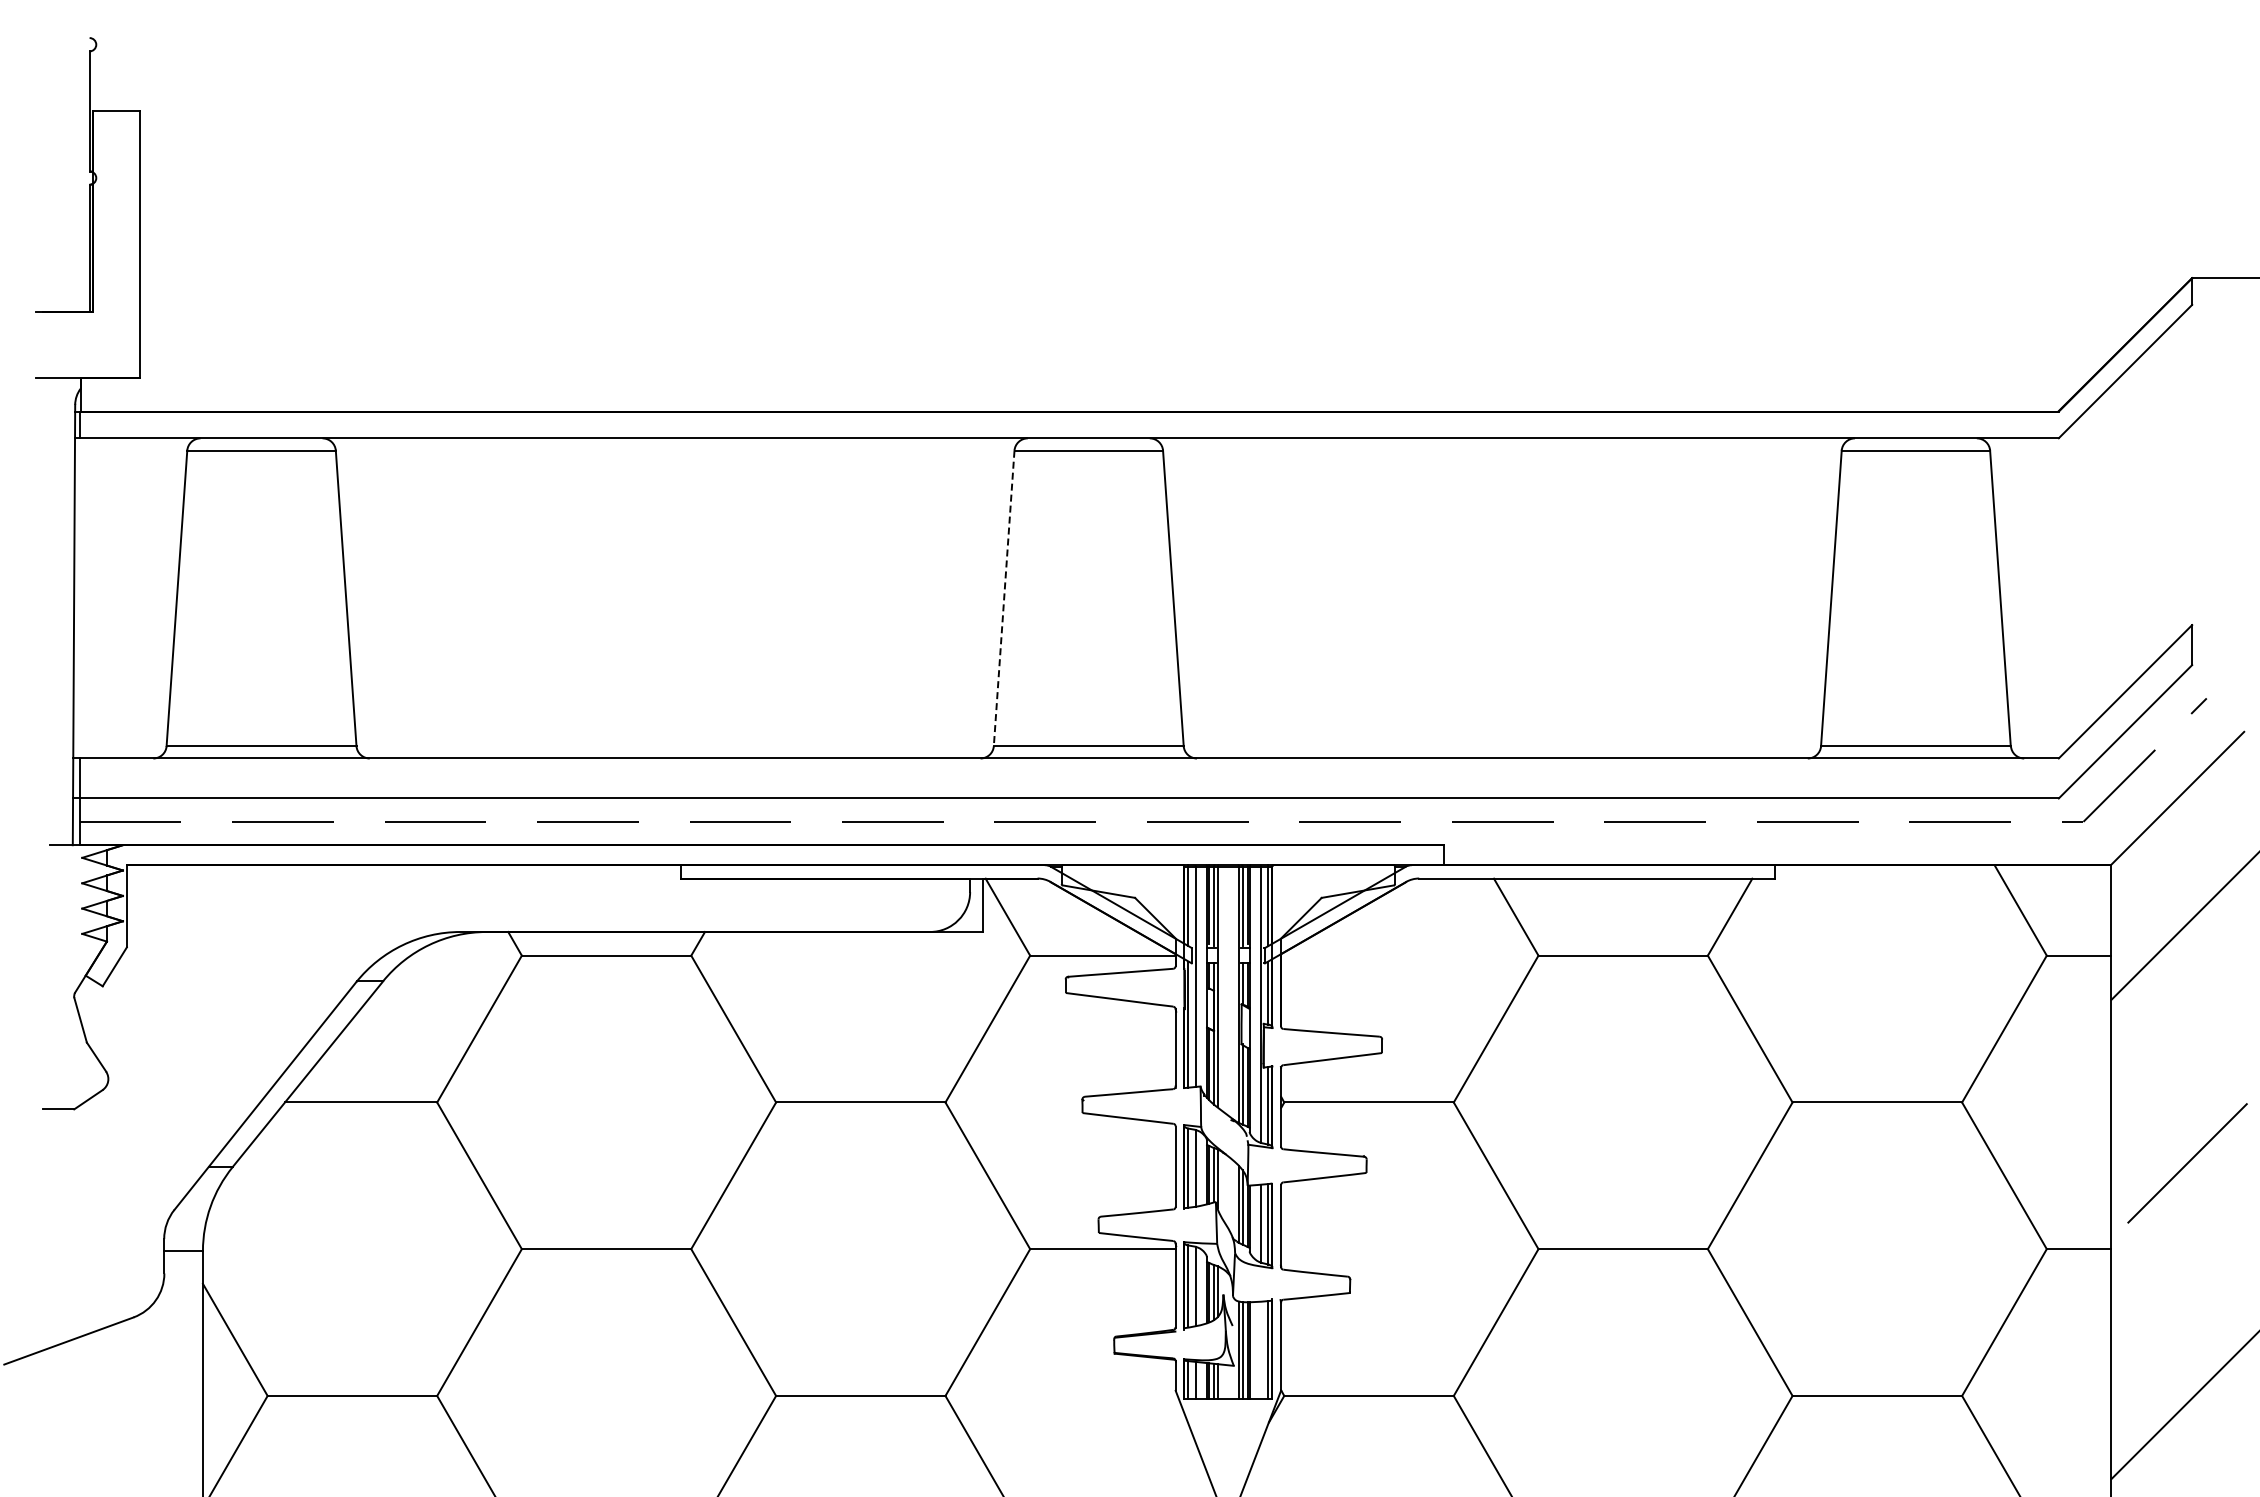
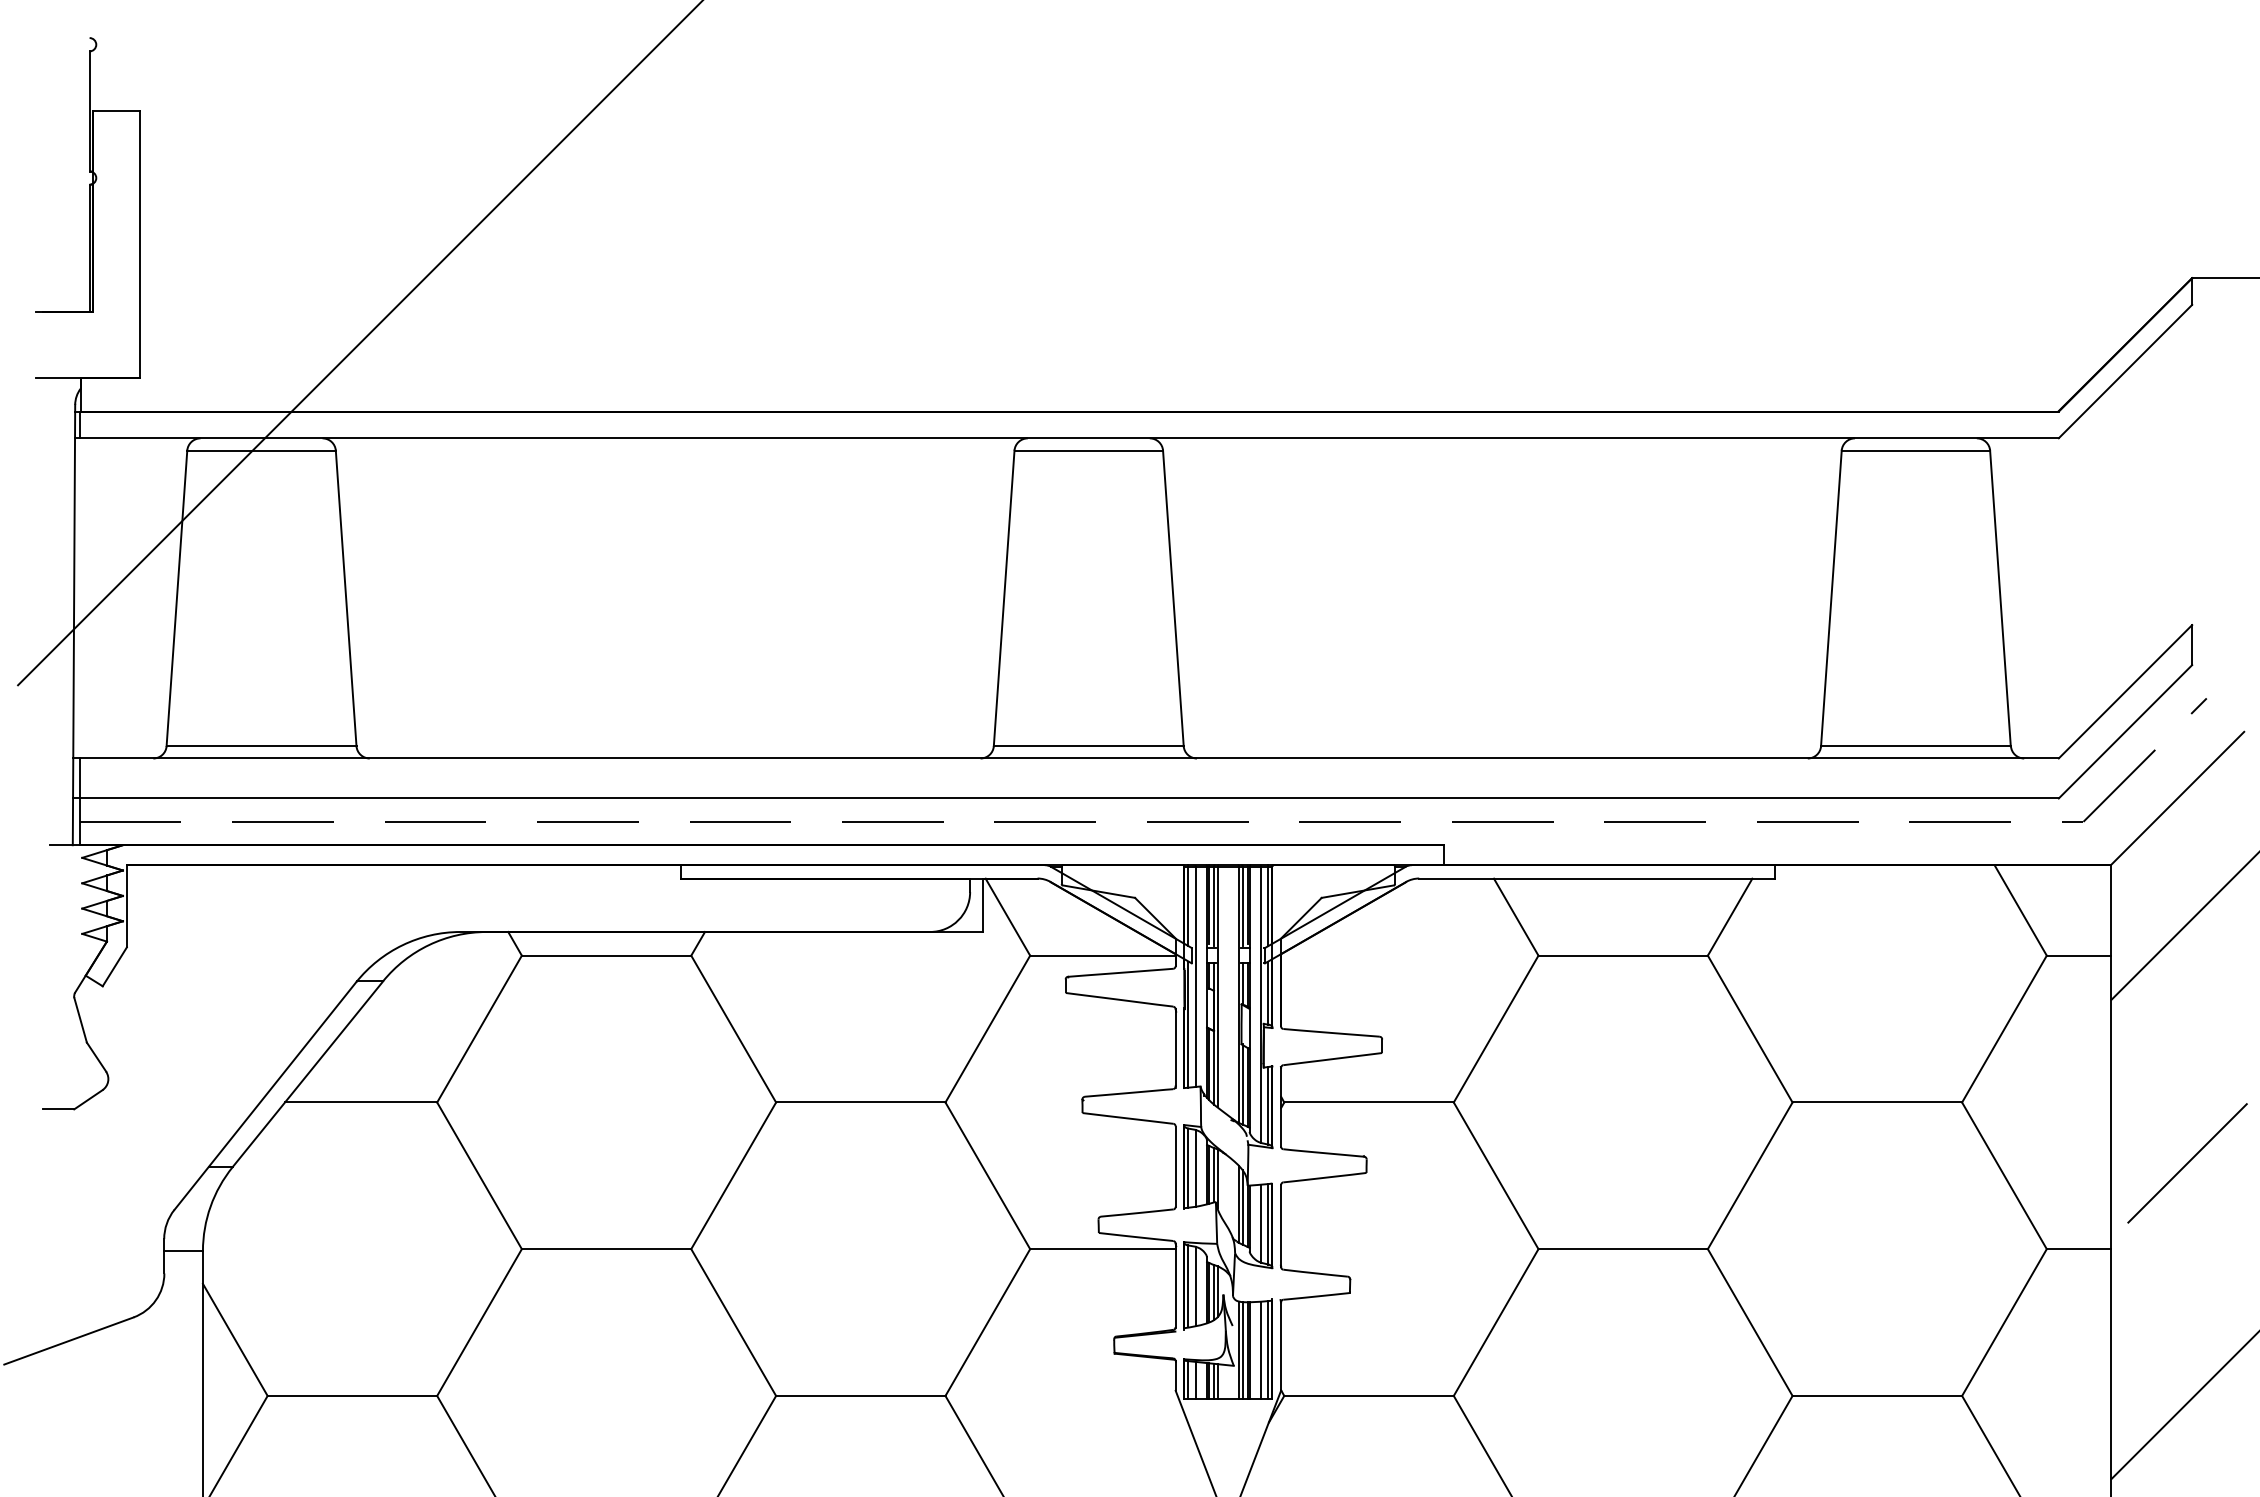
line at (359, 343): none -> present
line at (1004, 598): dashed -> solid
line at (1261, 1349): none -> present
